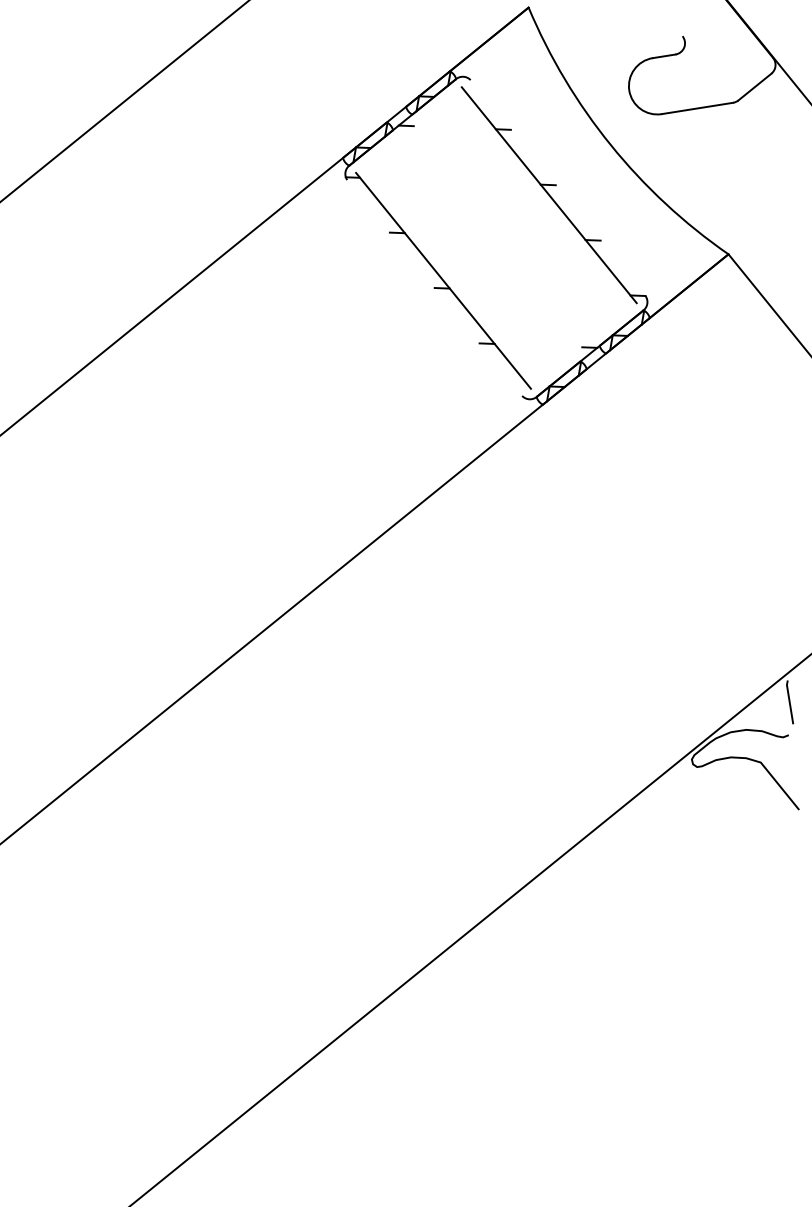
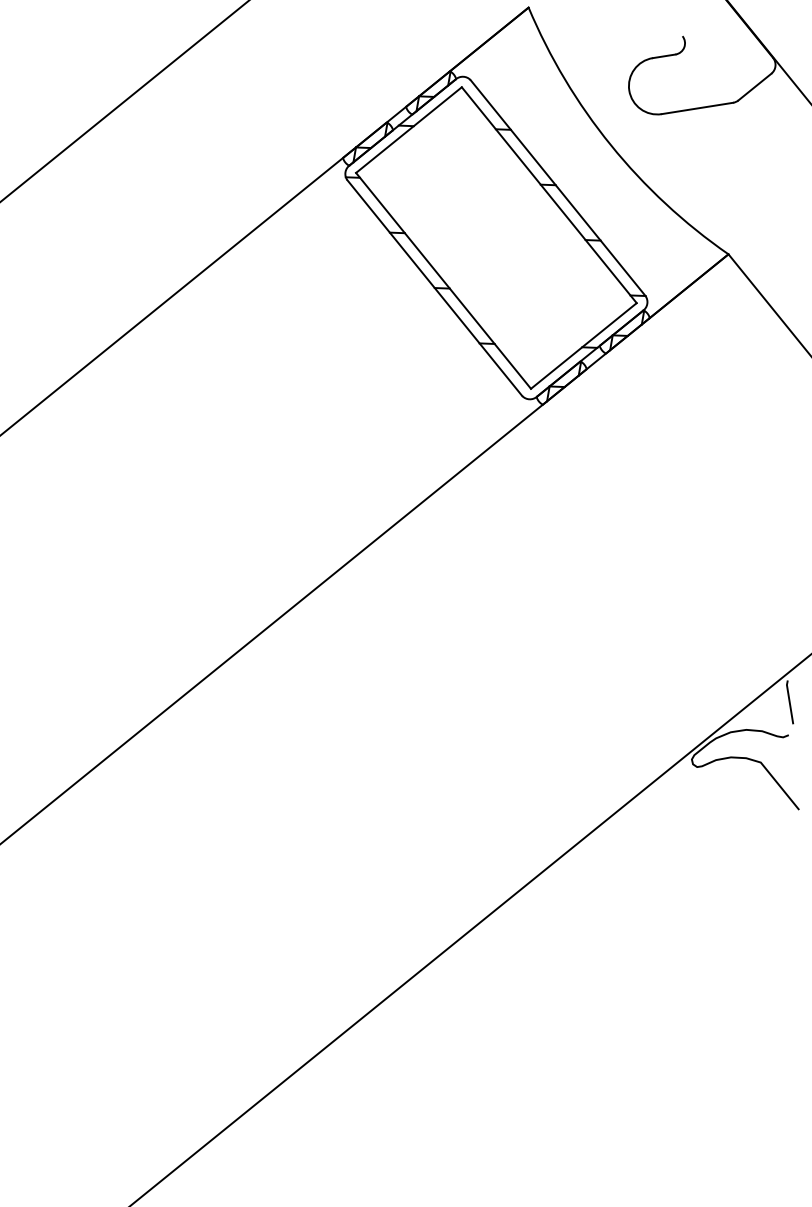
line at (408, 129): none -> present
line at (557, 188): none -> present
line at (434, 287): none -> present
line at (583, 345): none -> present
